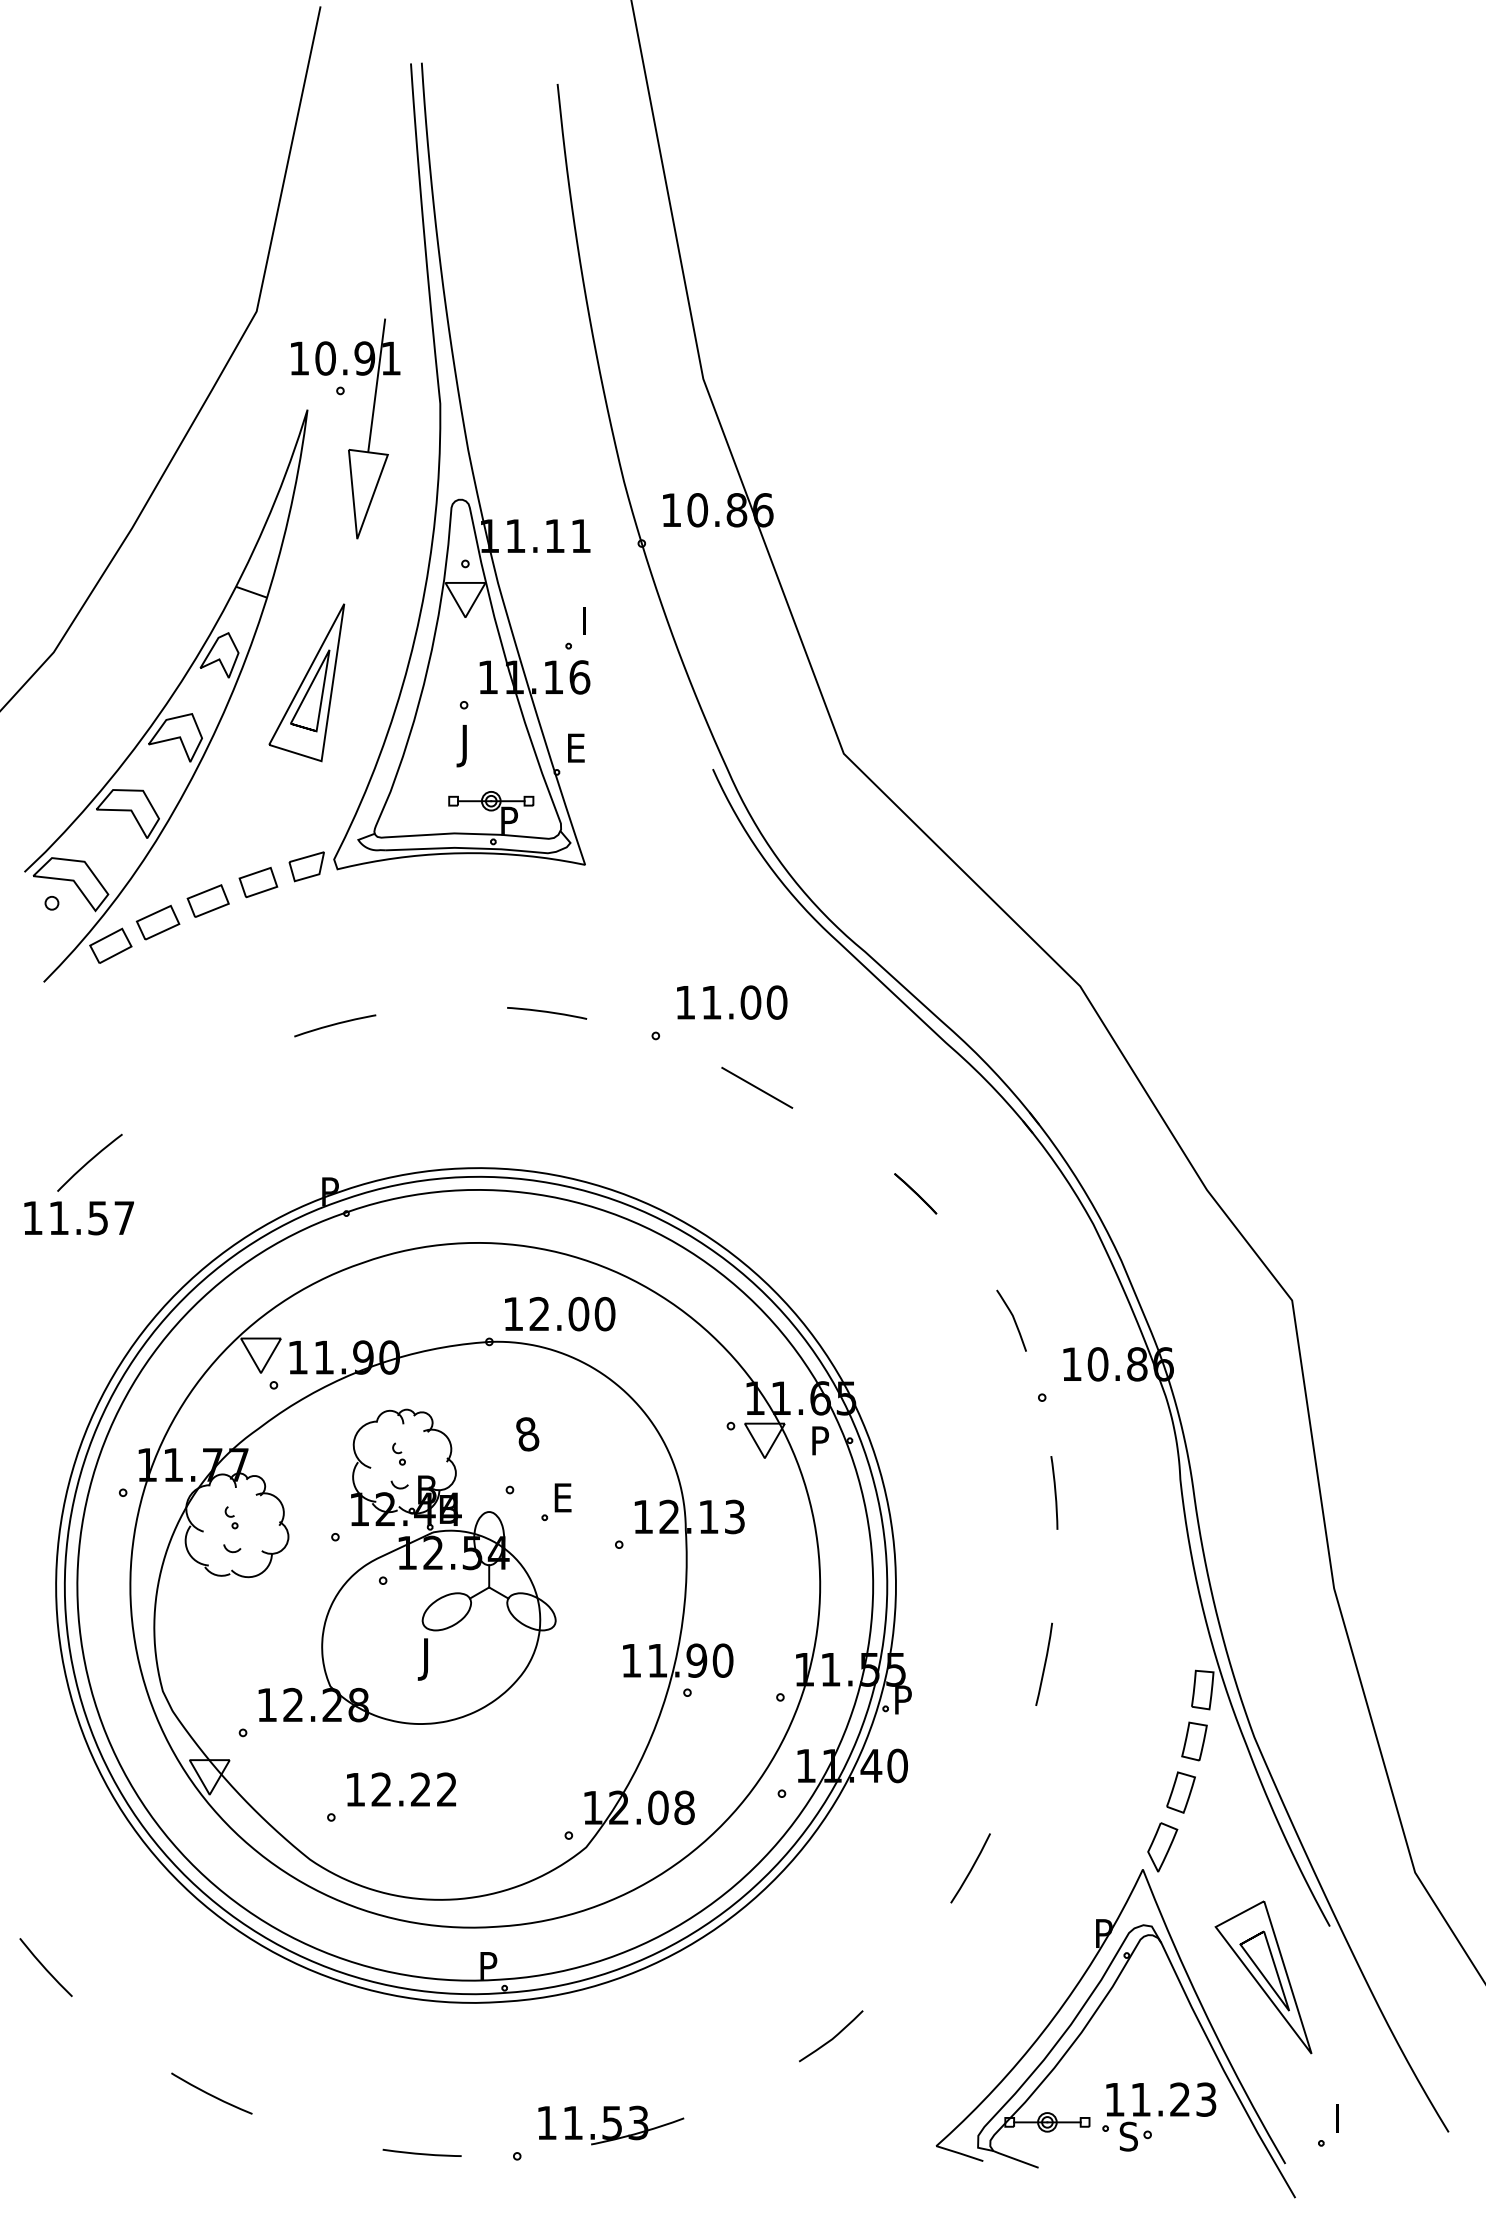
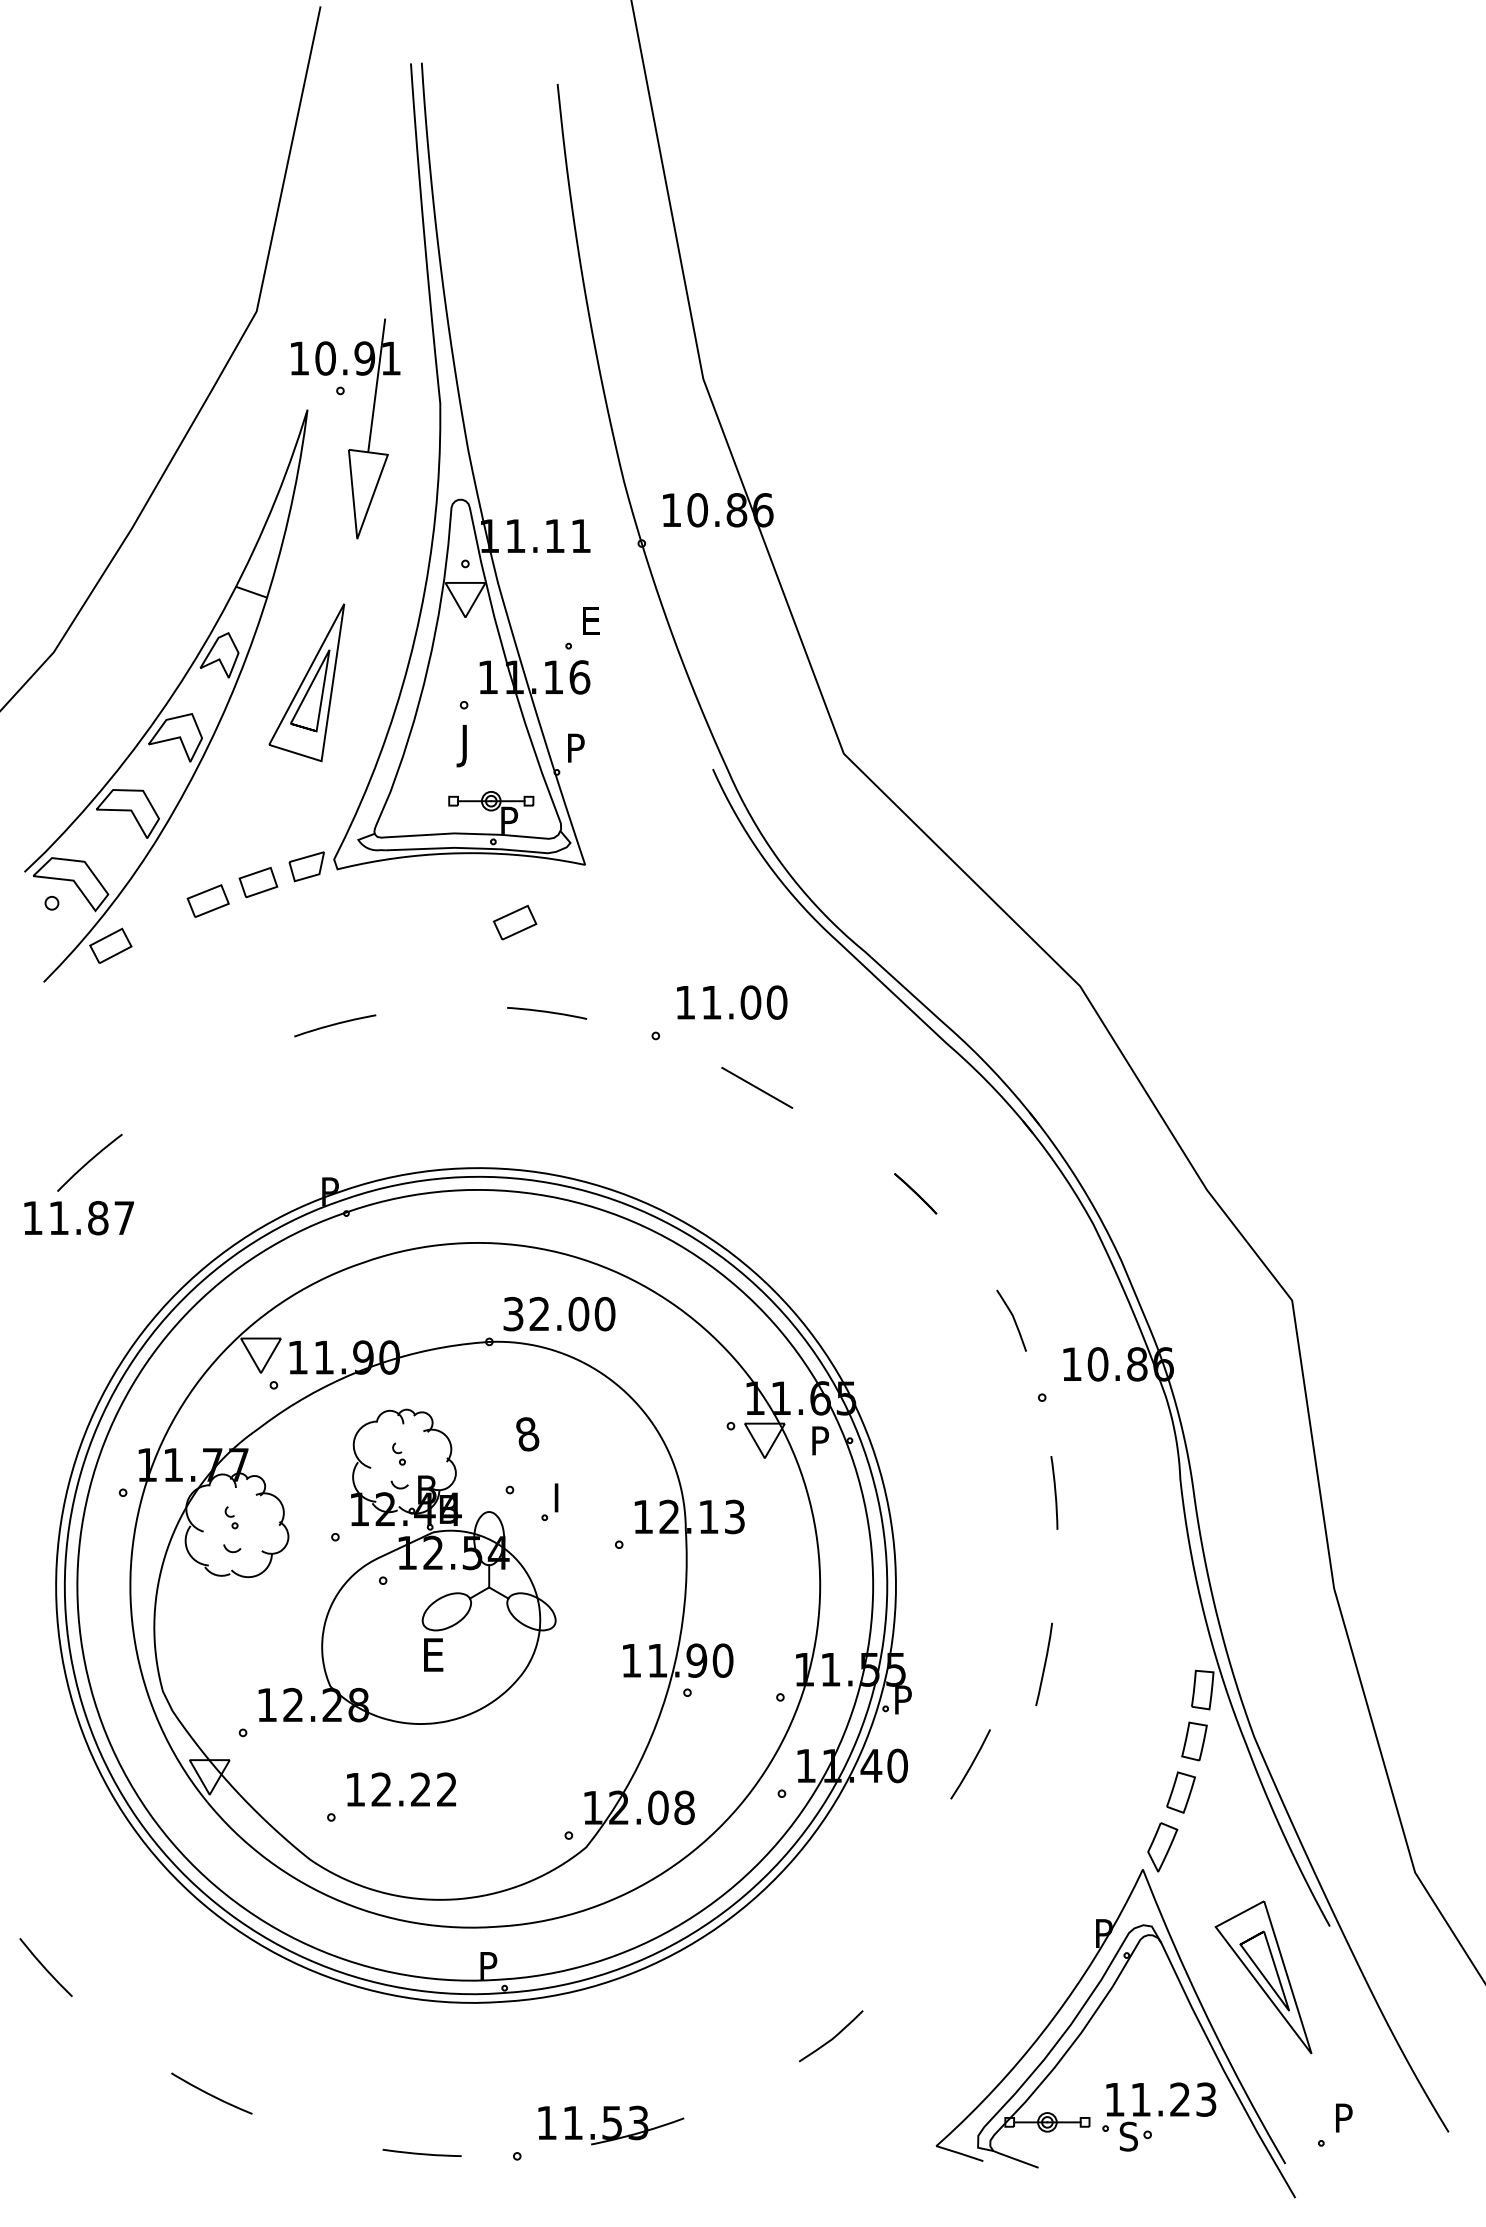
text at (592, 620): I -> E
text at (577, 747): E -> P
part at (157, 922) position: (157, 922) -> (514, 922)
text at (98, 1218): 11.57 -> 11.87
text at (513, 1313): 12.00 -> 32.00
text at (564, 1497): E -> I
text at (430, 1659): J -> E
line at (970, 1868) position: (970, 1868) -> (970, 1764)
text at (1344, 2117): I -> P
